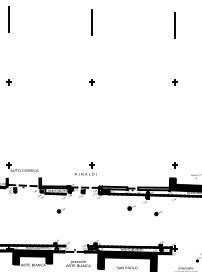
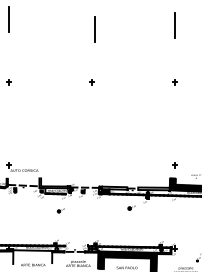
line at (91, 22) position: (91, 22) -> (94, 29)
part at (85, 168): present -> none
part at (158, 213): present -> none
hatch at (32, 257): present -> none
